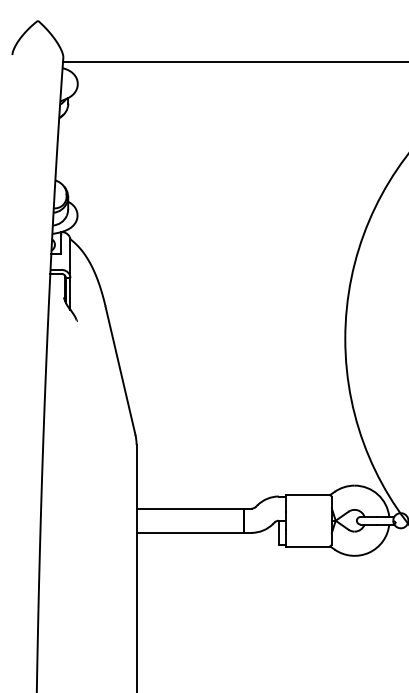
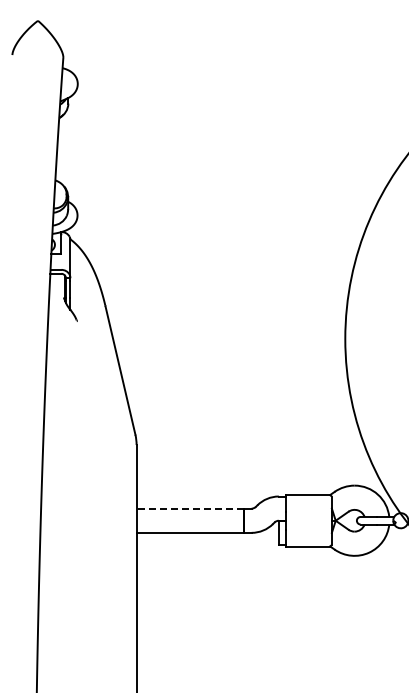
line at (234, 61): present -> none
line at (190, 508): solid -> dashed
